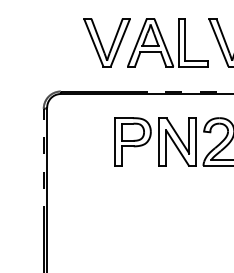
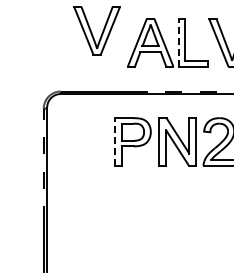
part at (106, 42) position: (106, 42) -> (96, 30)
line at (178, 42): solid -> dashed
line at (115, 142): solid -> dashed
